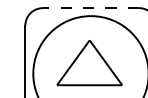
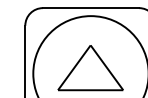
line at (90, 8): dashed -> solid
part at (89, 63) position: (89, 63) -> (90, 68)
